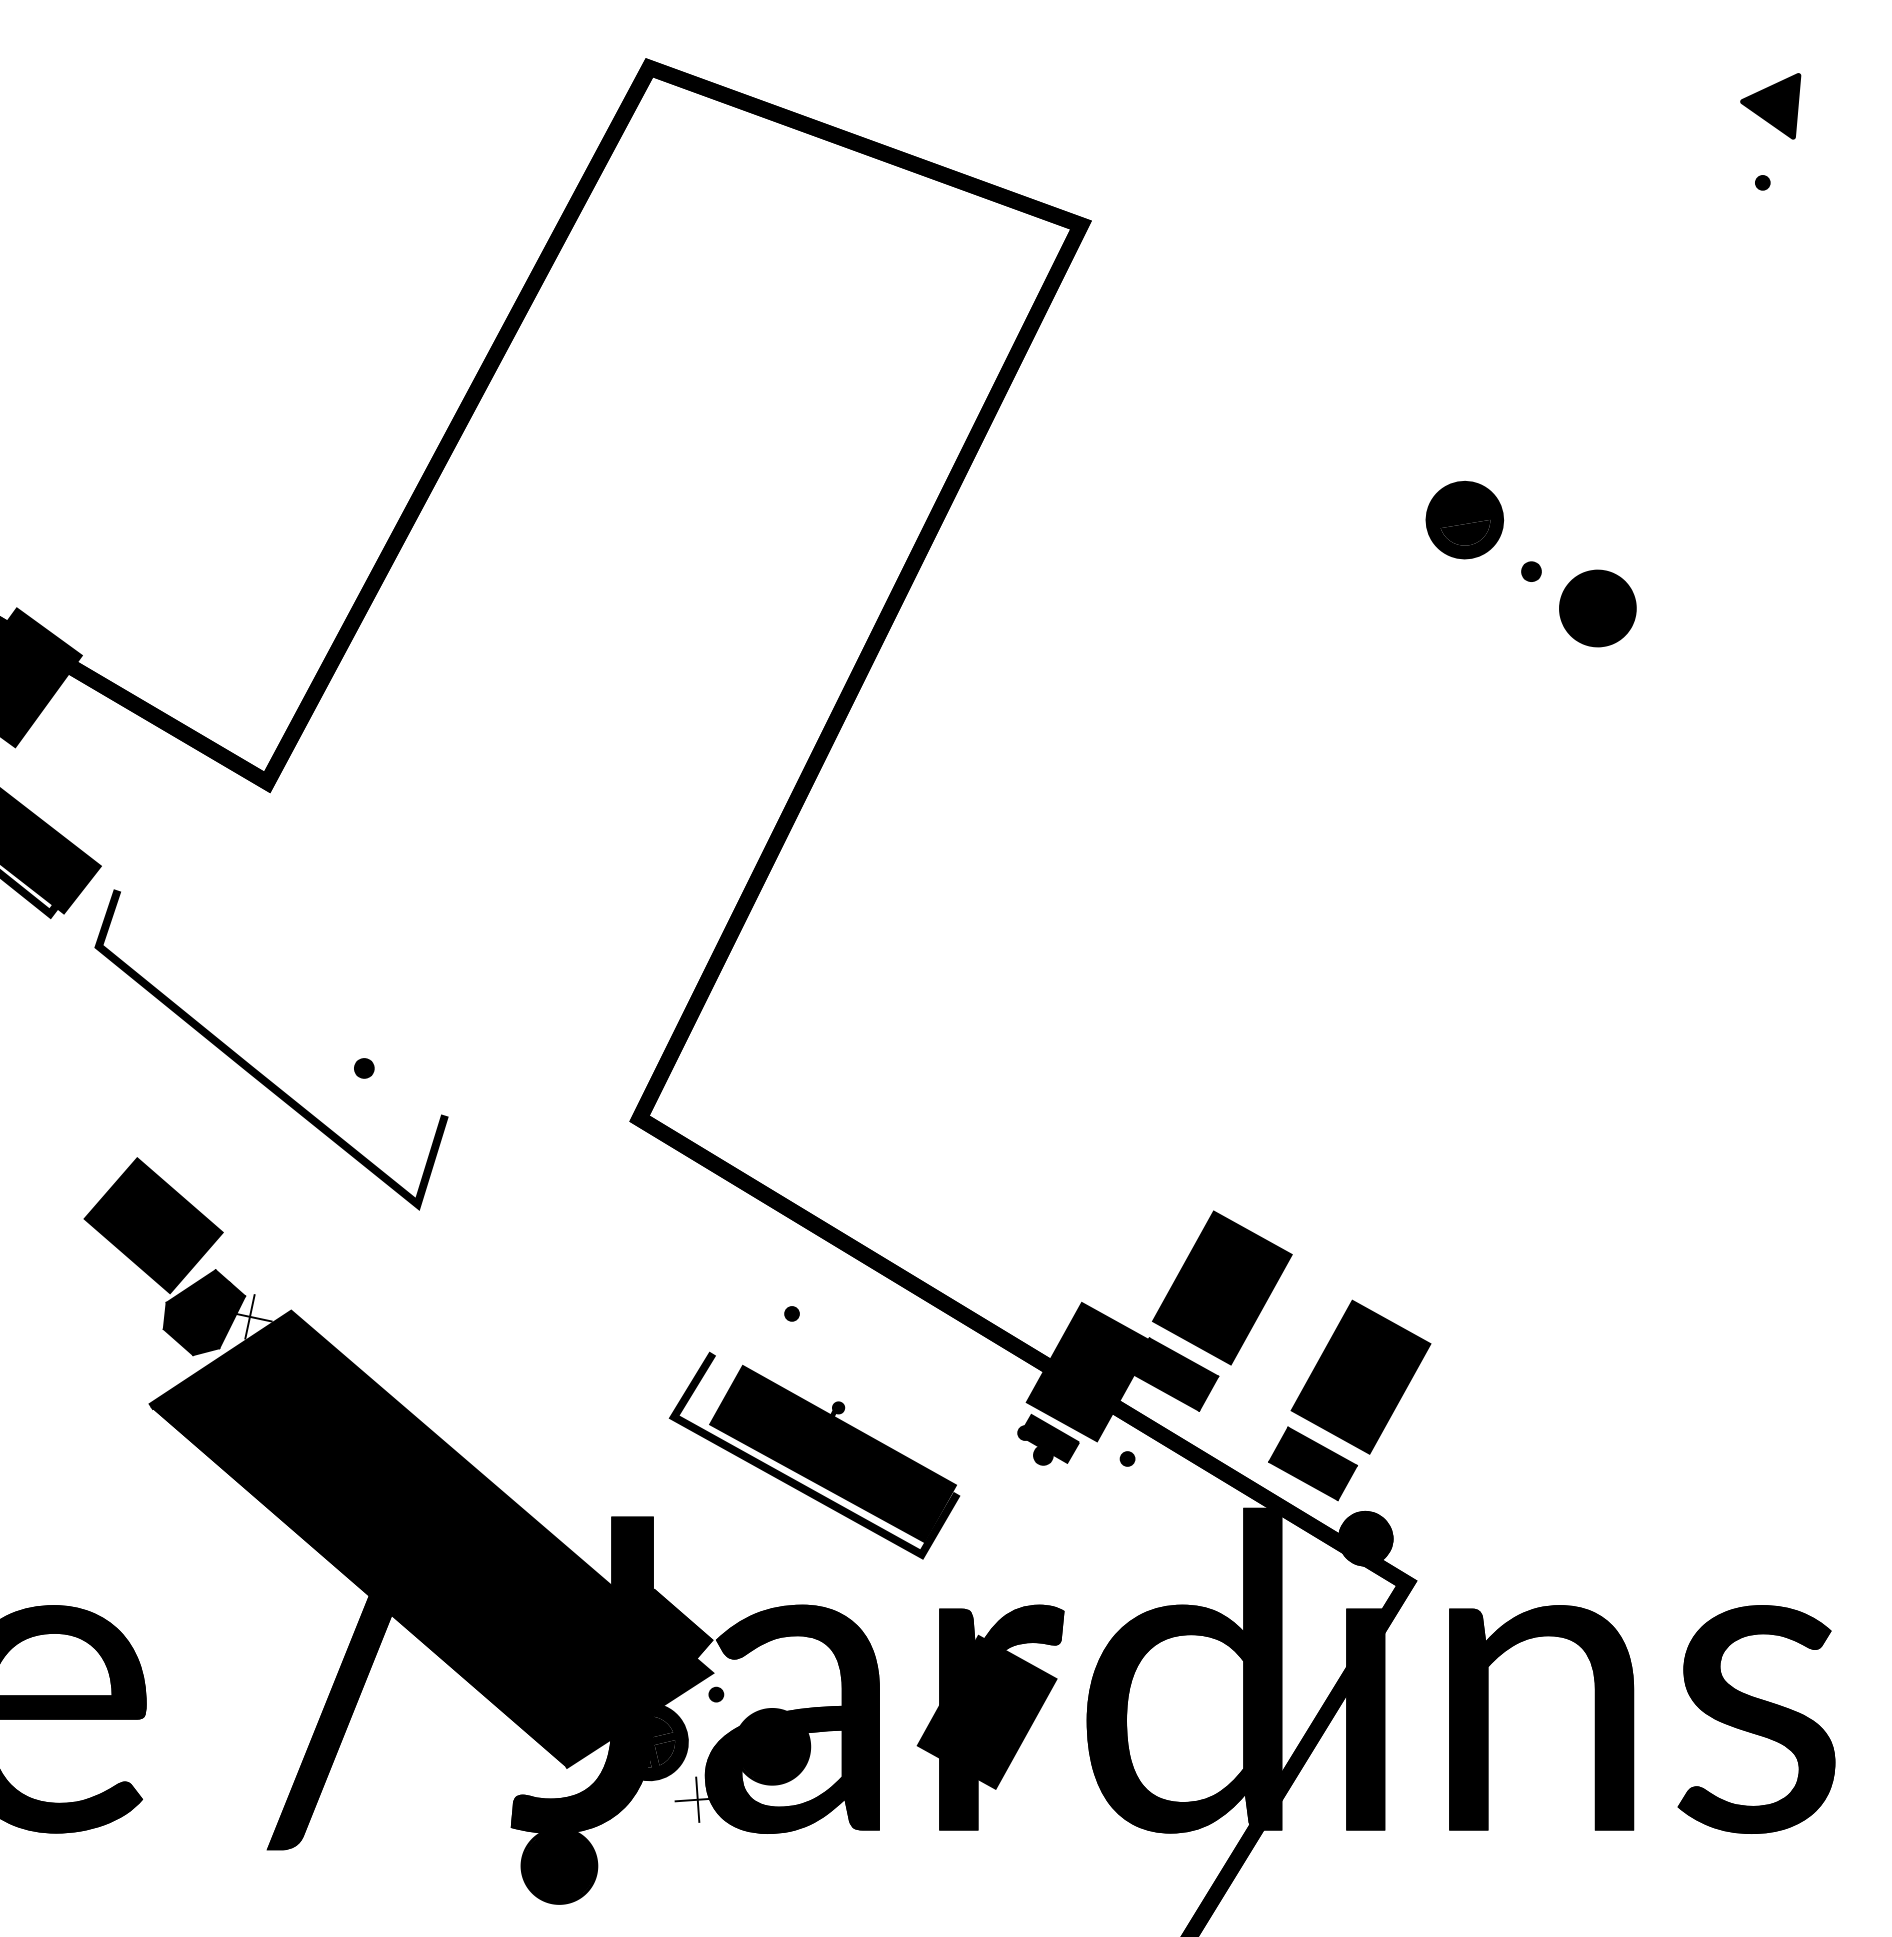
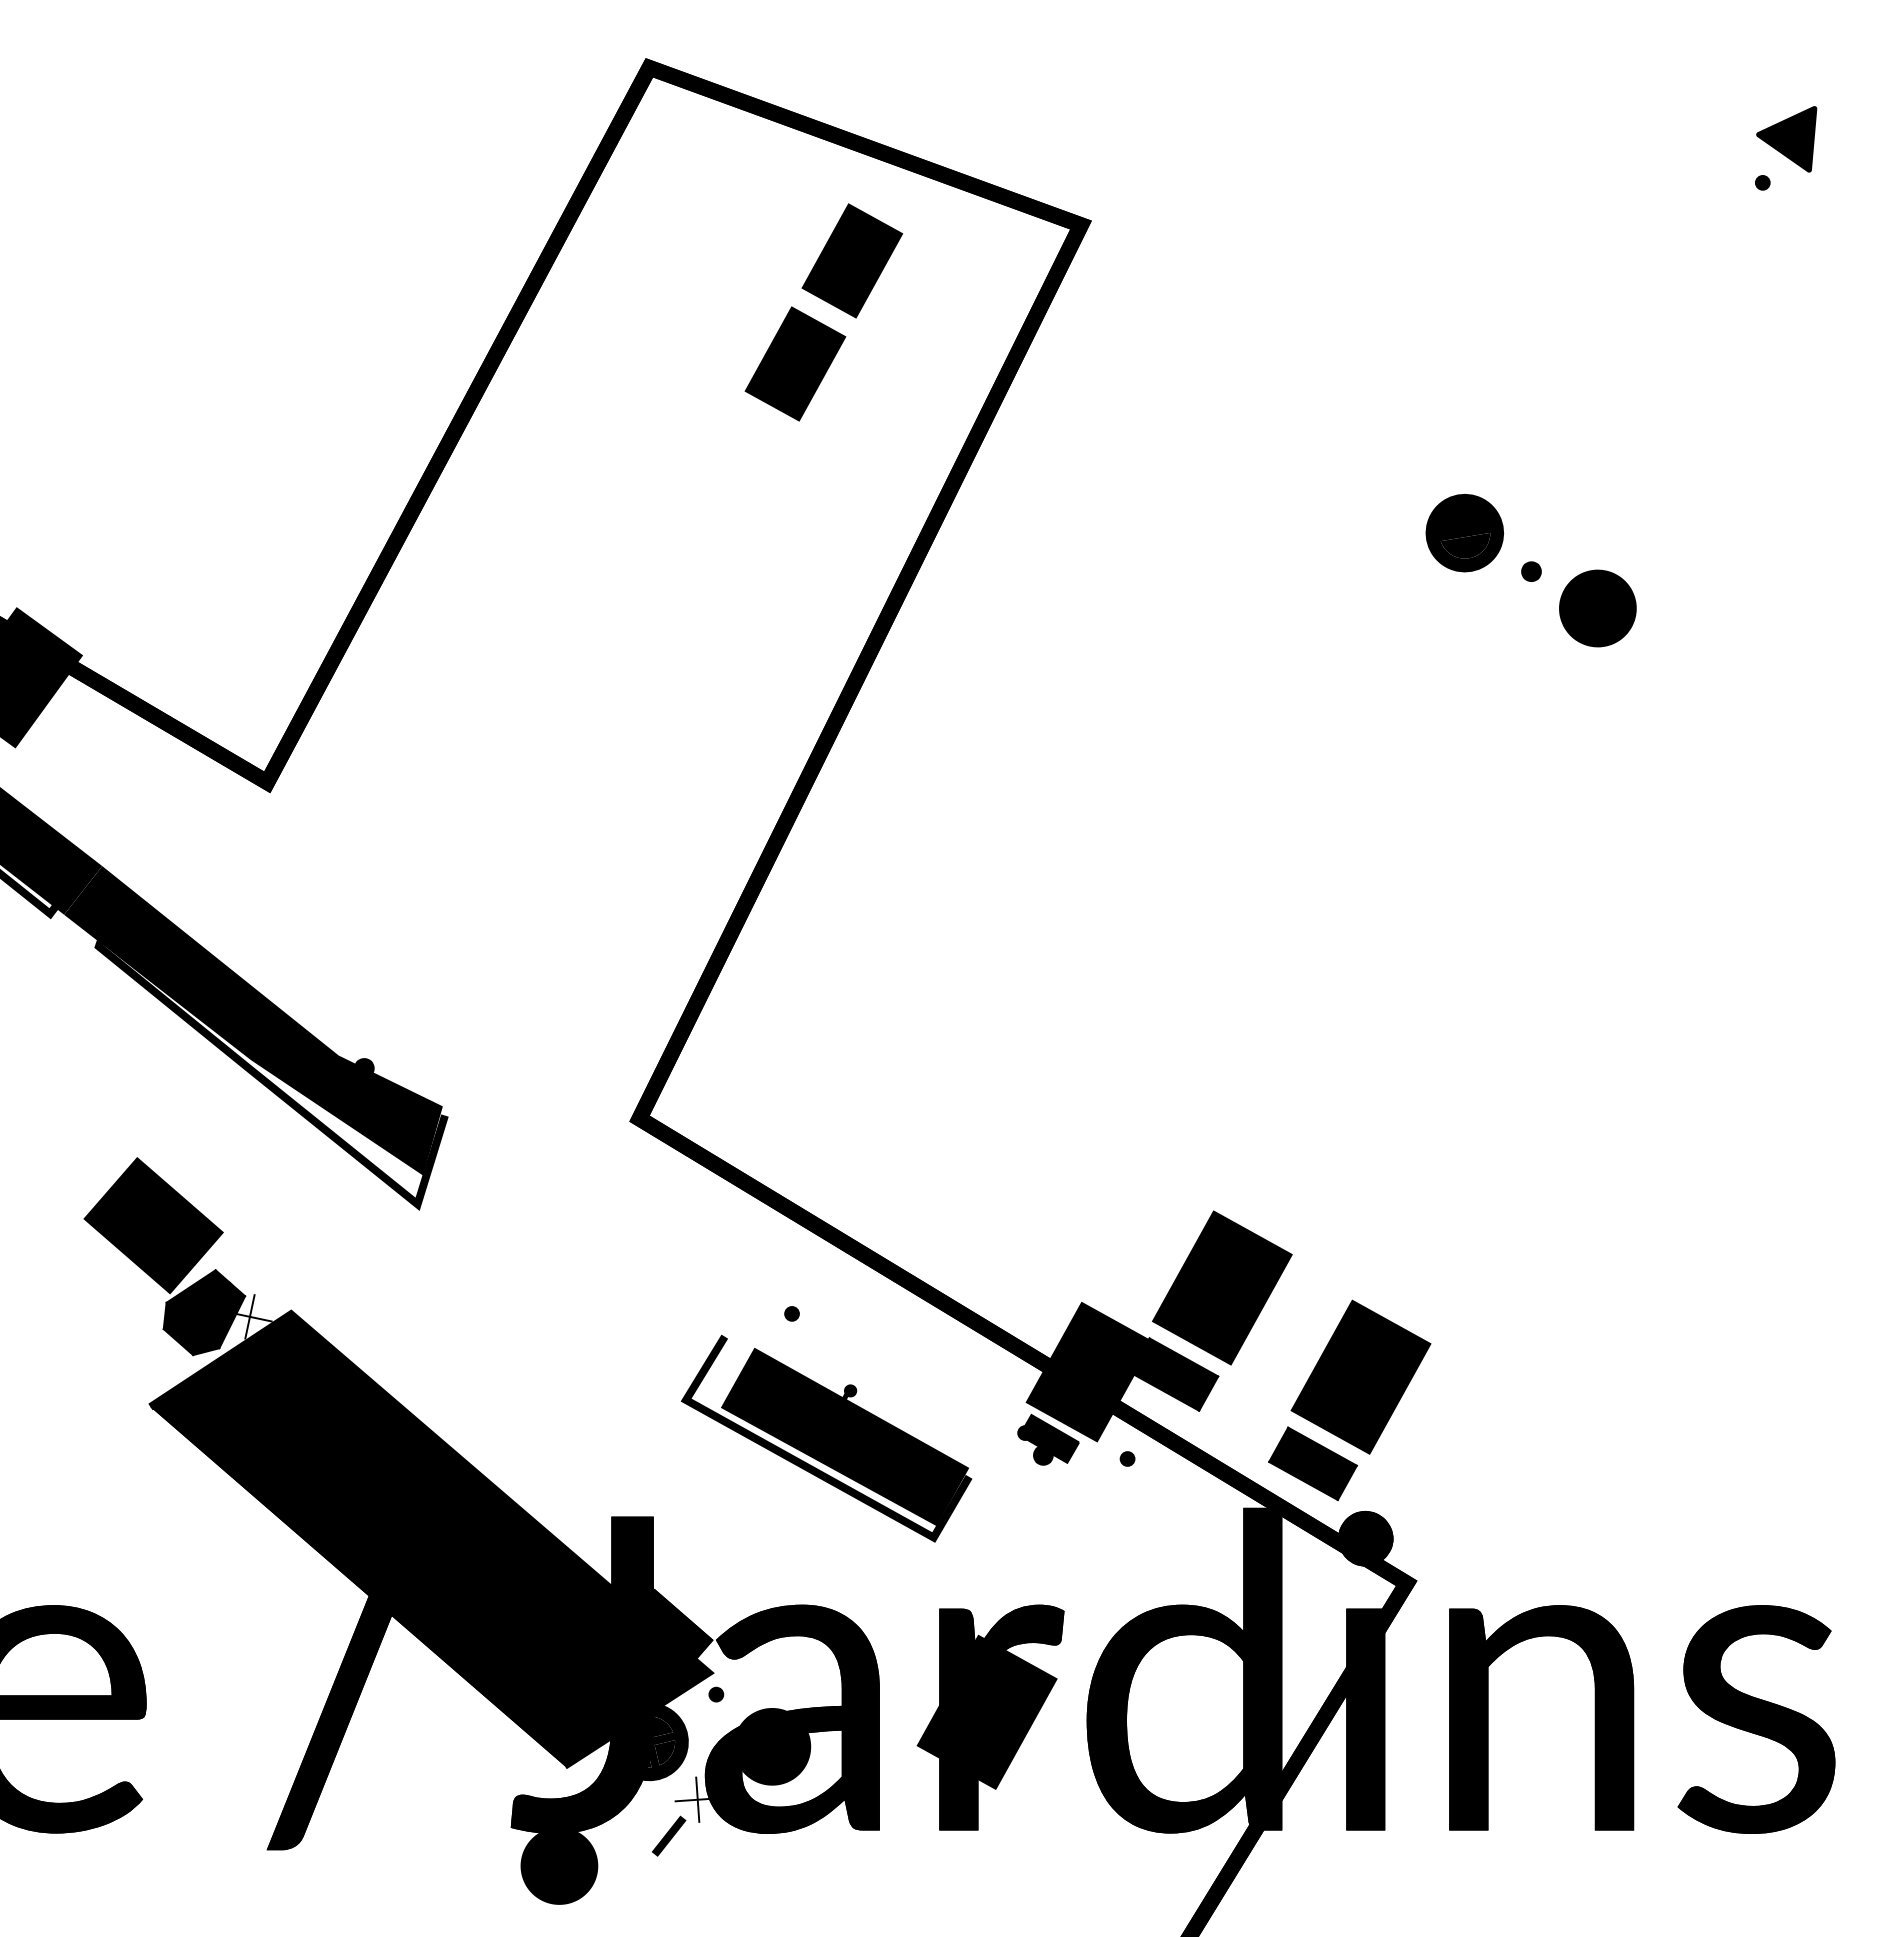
part at (1770, 106) position: (1770, 106) -> (1786, 139)
fill at (852, 260): none -> present
fill at (795, 363): none -> present
part at (1464, 519) position: (1464, 519) -> (1464, 532)
fill at (253, 1020): none -> present
part at (814, 1455) position: (814, 1455) -> (826, 1438)
line at (669, 1835): none -> present
